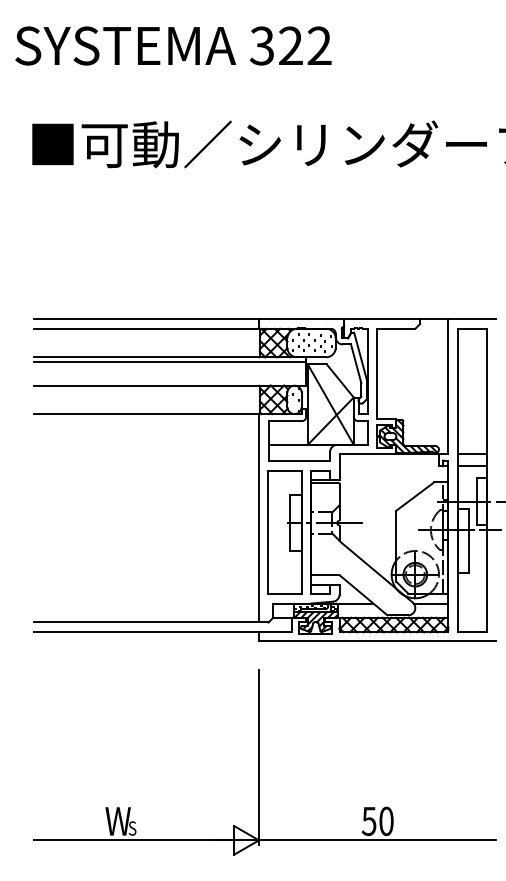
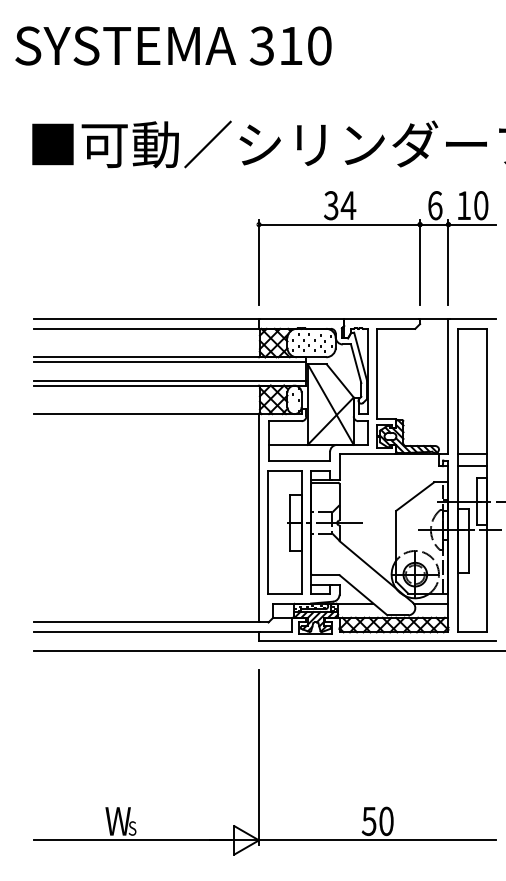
text at (305, 45): 322 -> 310
part at (376, 225): none -> present
line at (170, 380): none -> present
line at (268, 650): none -> present
